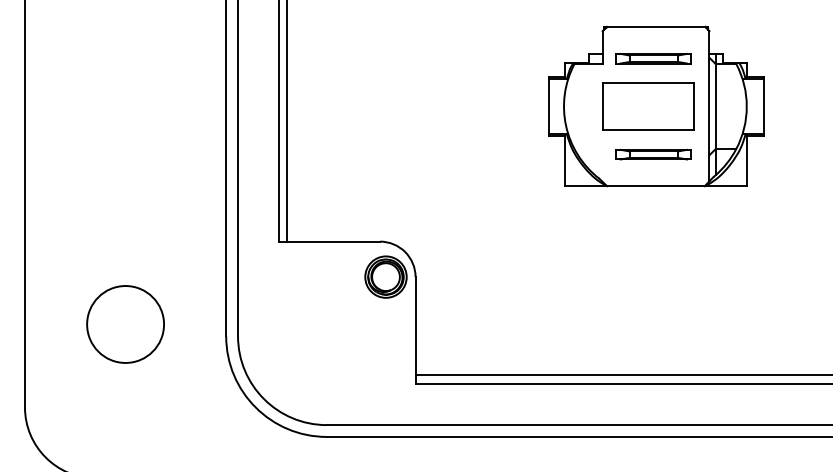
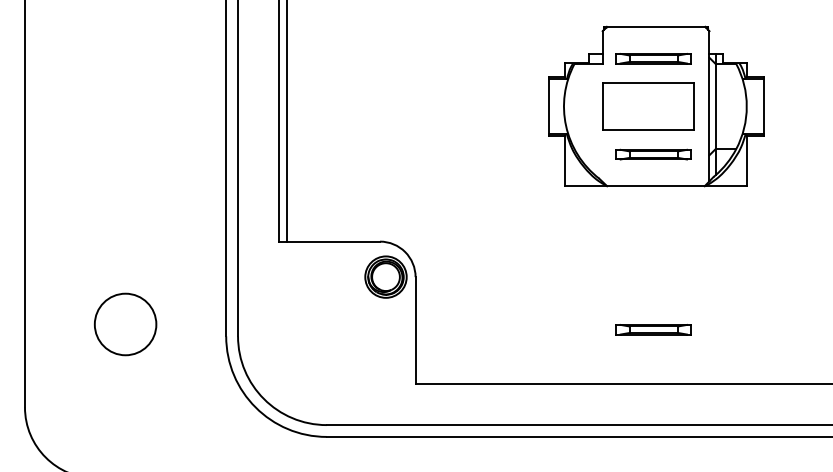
circle at (125, 324) diameter: 77 px -> 62 px
part at (653, 329): none -> present
line at (622, 374): present -> none
